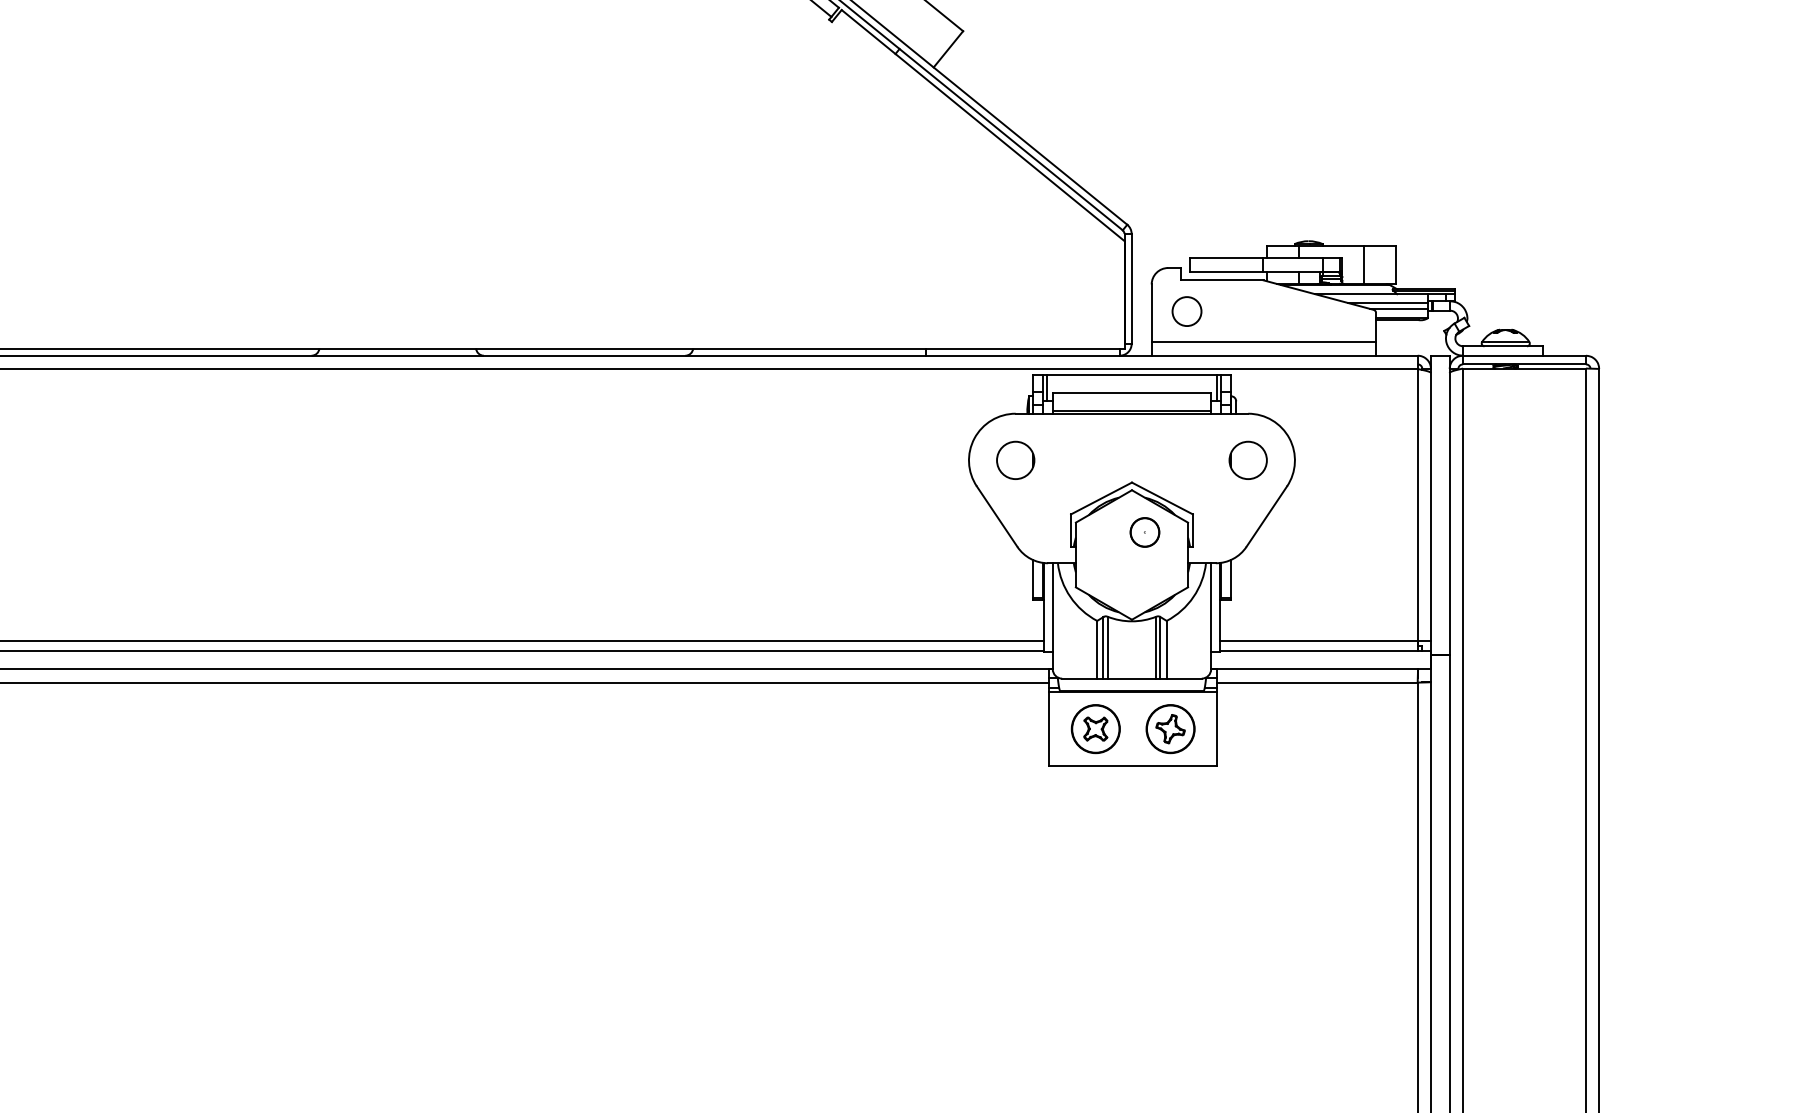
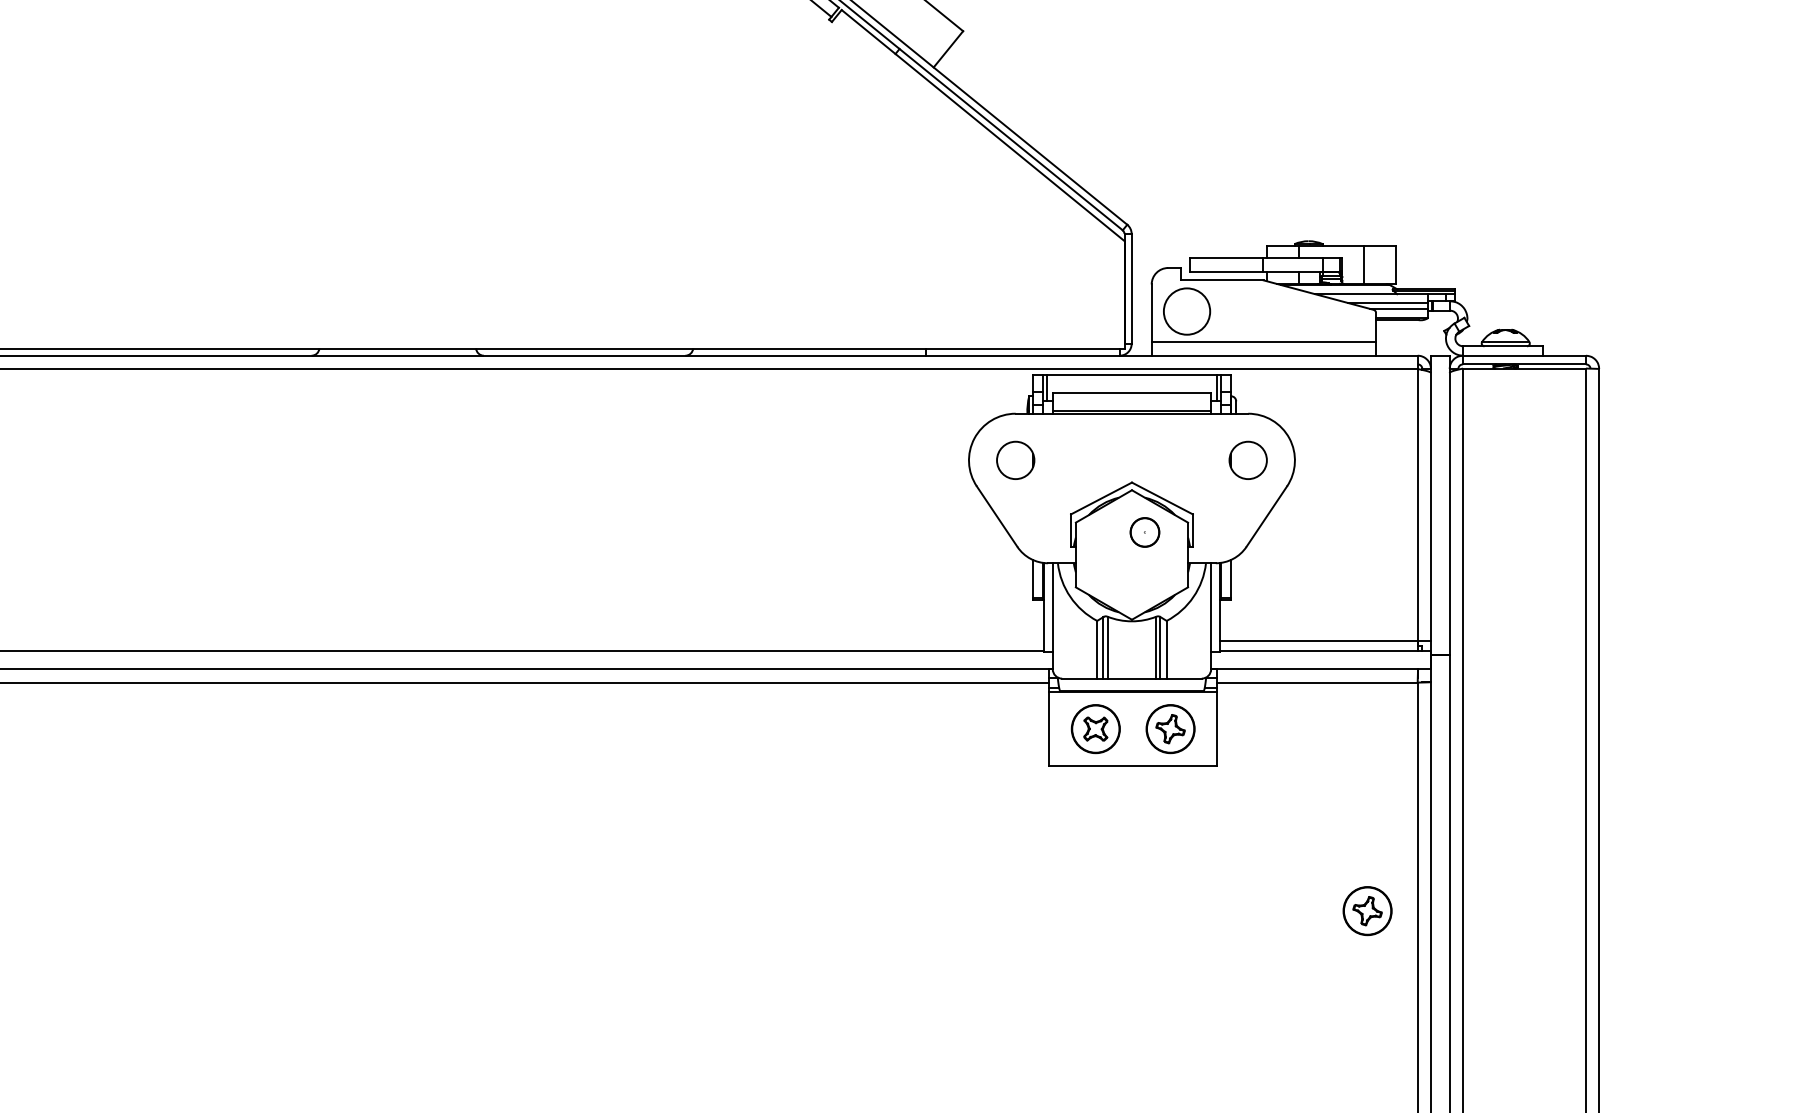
circle at (1186, 311) diameter: 29 px -> 46 px
line at (522, 641): present -> none
part at (1367, 911): none -> present
